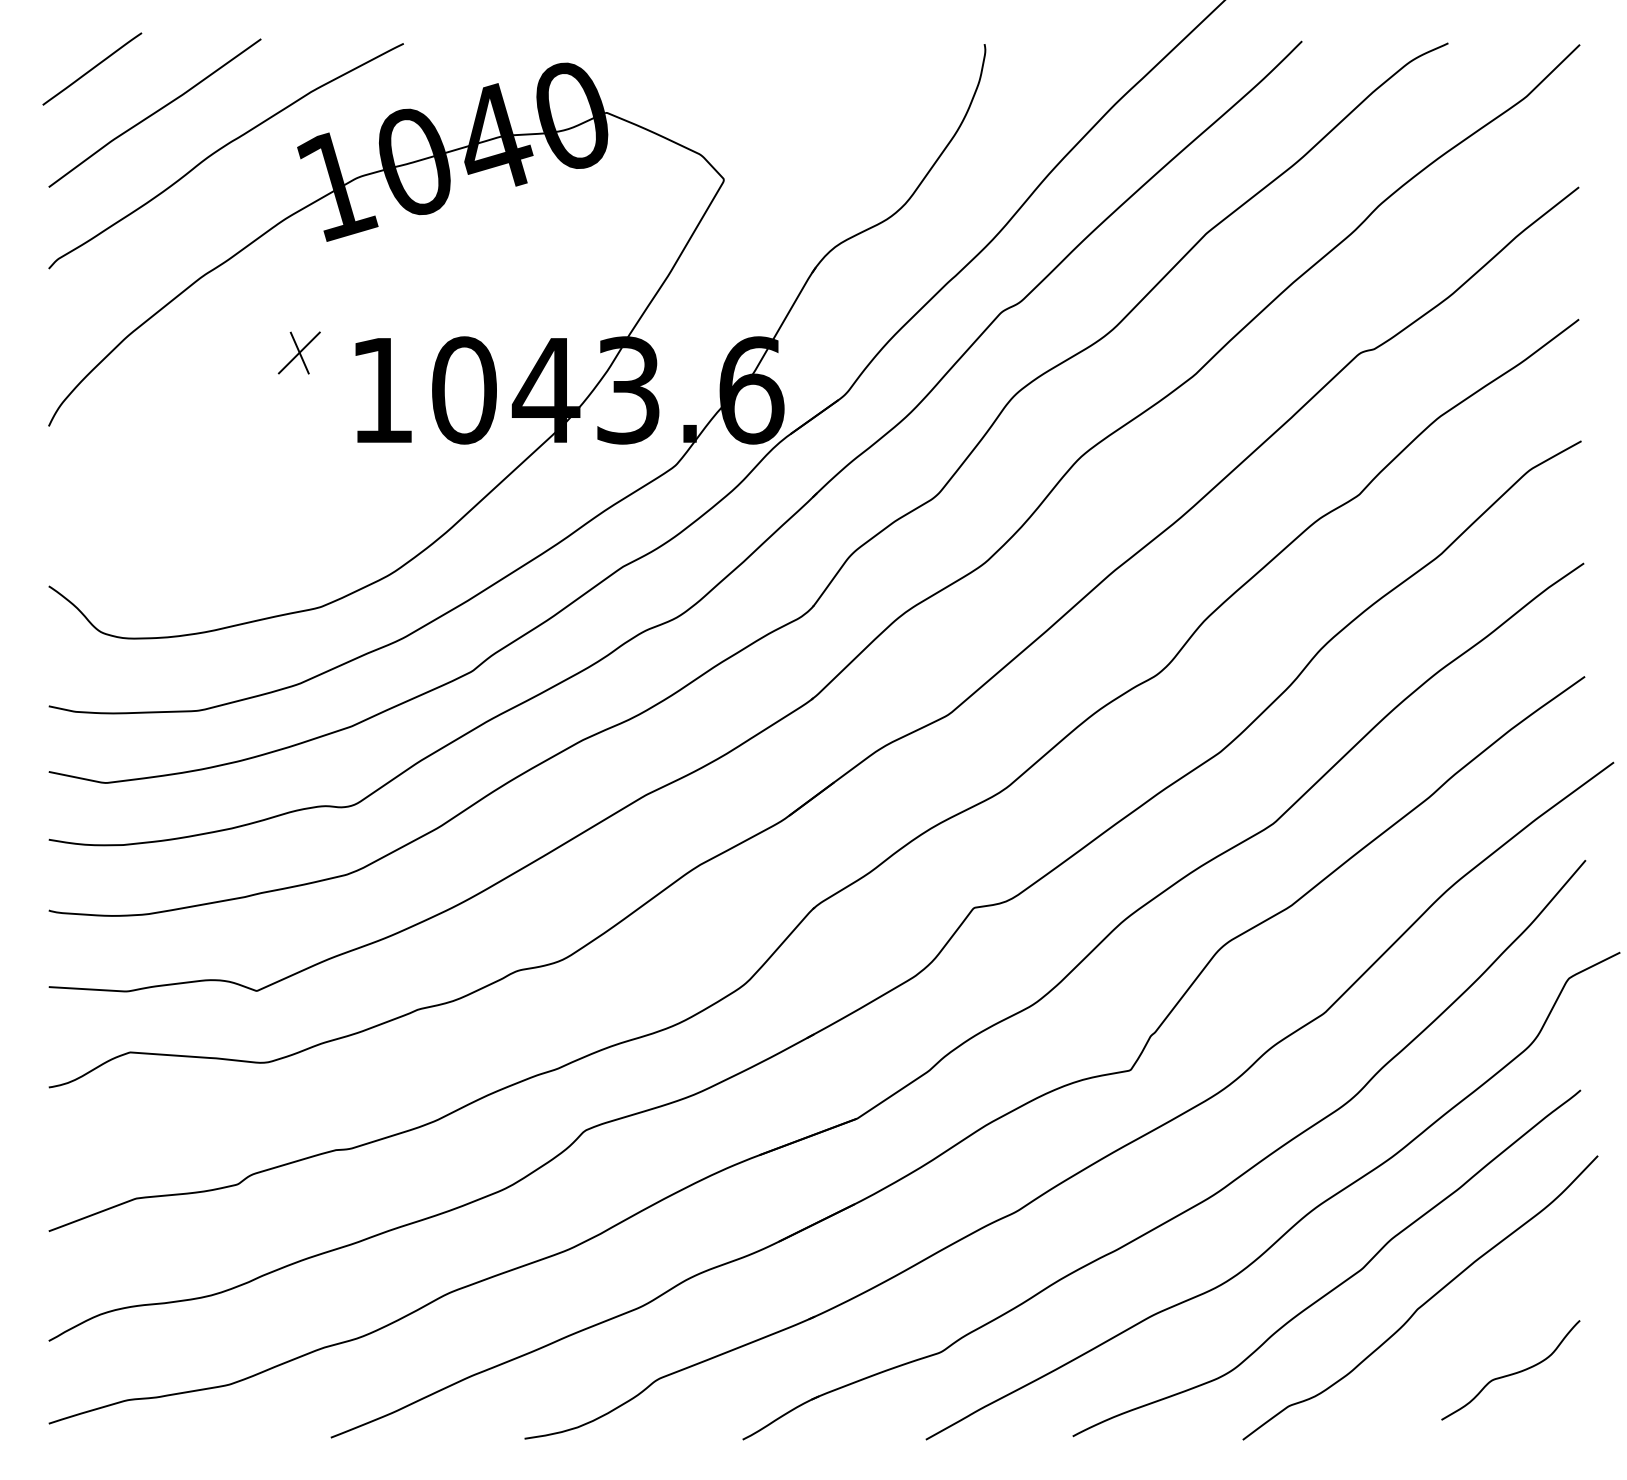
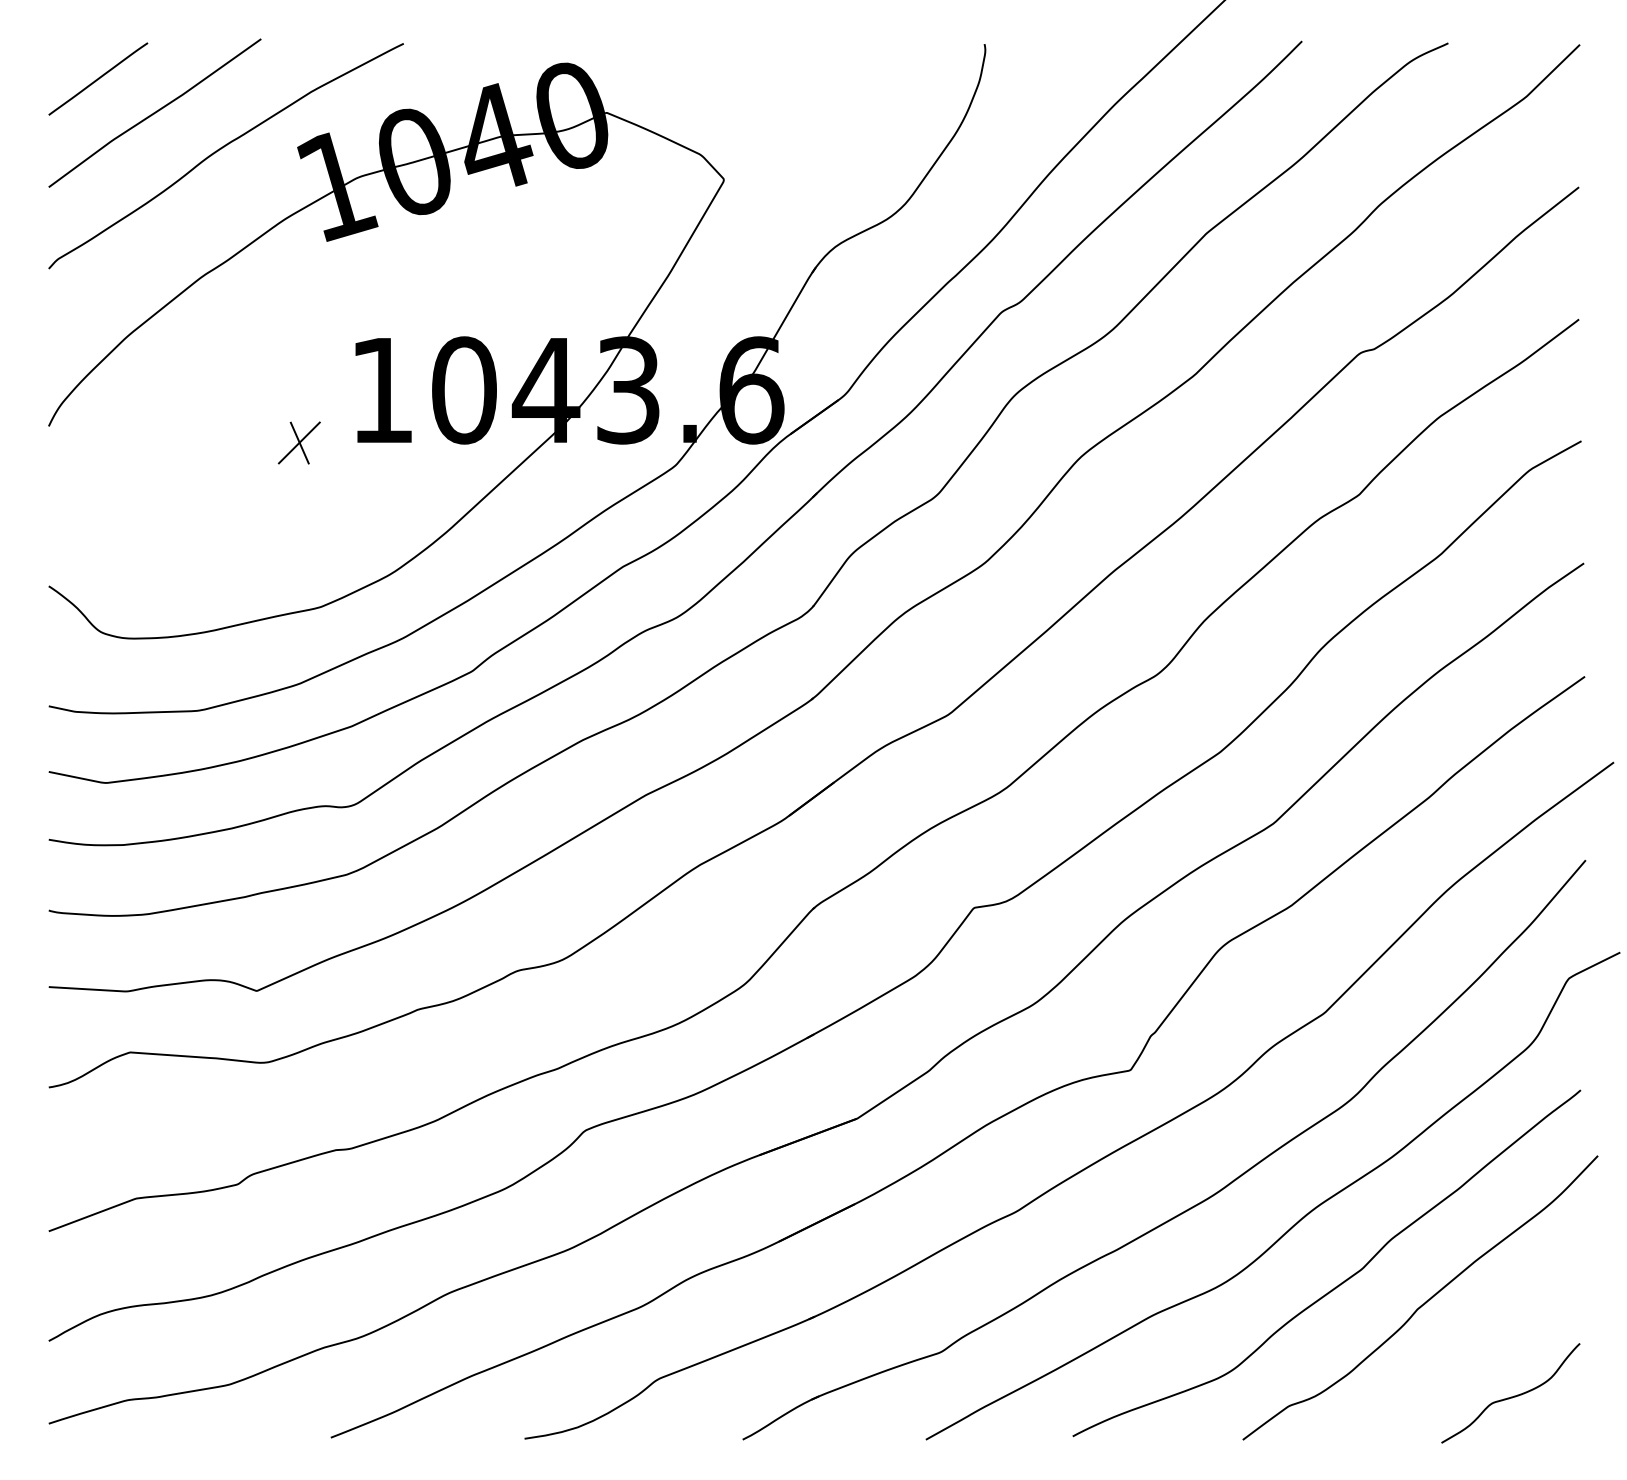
line at (92, 68) position: (92, 68) -> (98, 78)
part at (298, 352) position: (298, 352) -> (298, 442)
curve at (1510, 1373) position: (1510, 1373) -> (1510, 1396)
